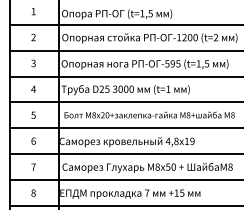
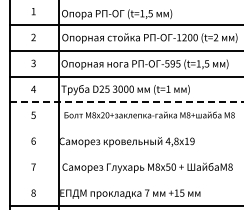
line at (126, 102): solid -> dashed
line at (124, 128): present -> none
line at (124, 154): present -> none
line at (124, 180): present -> none
